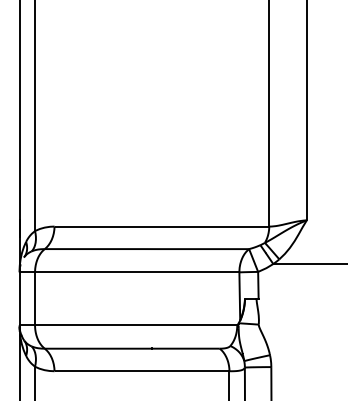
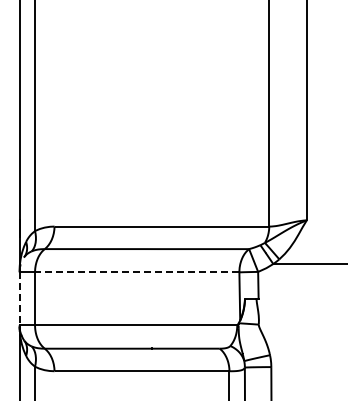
line at (136, 272): solid -> dashed
line at (19, 298): solid -> dashed
